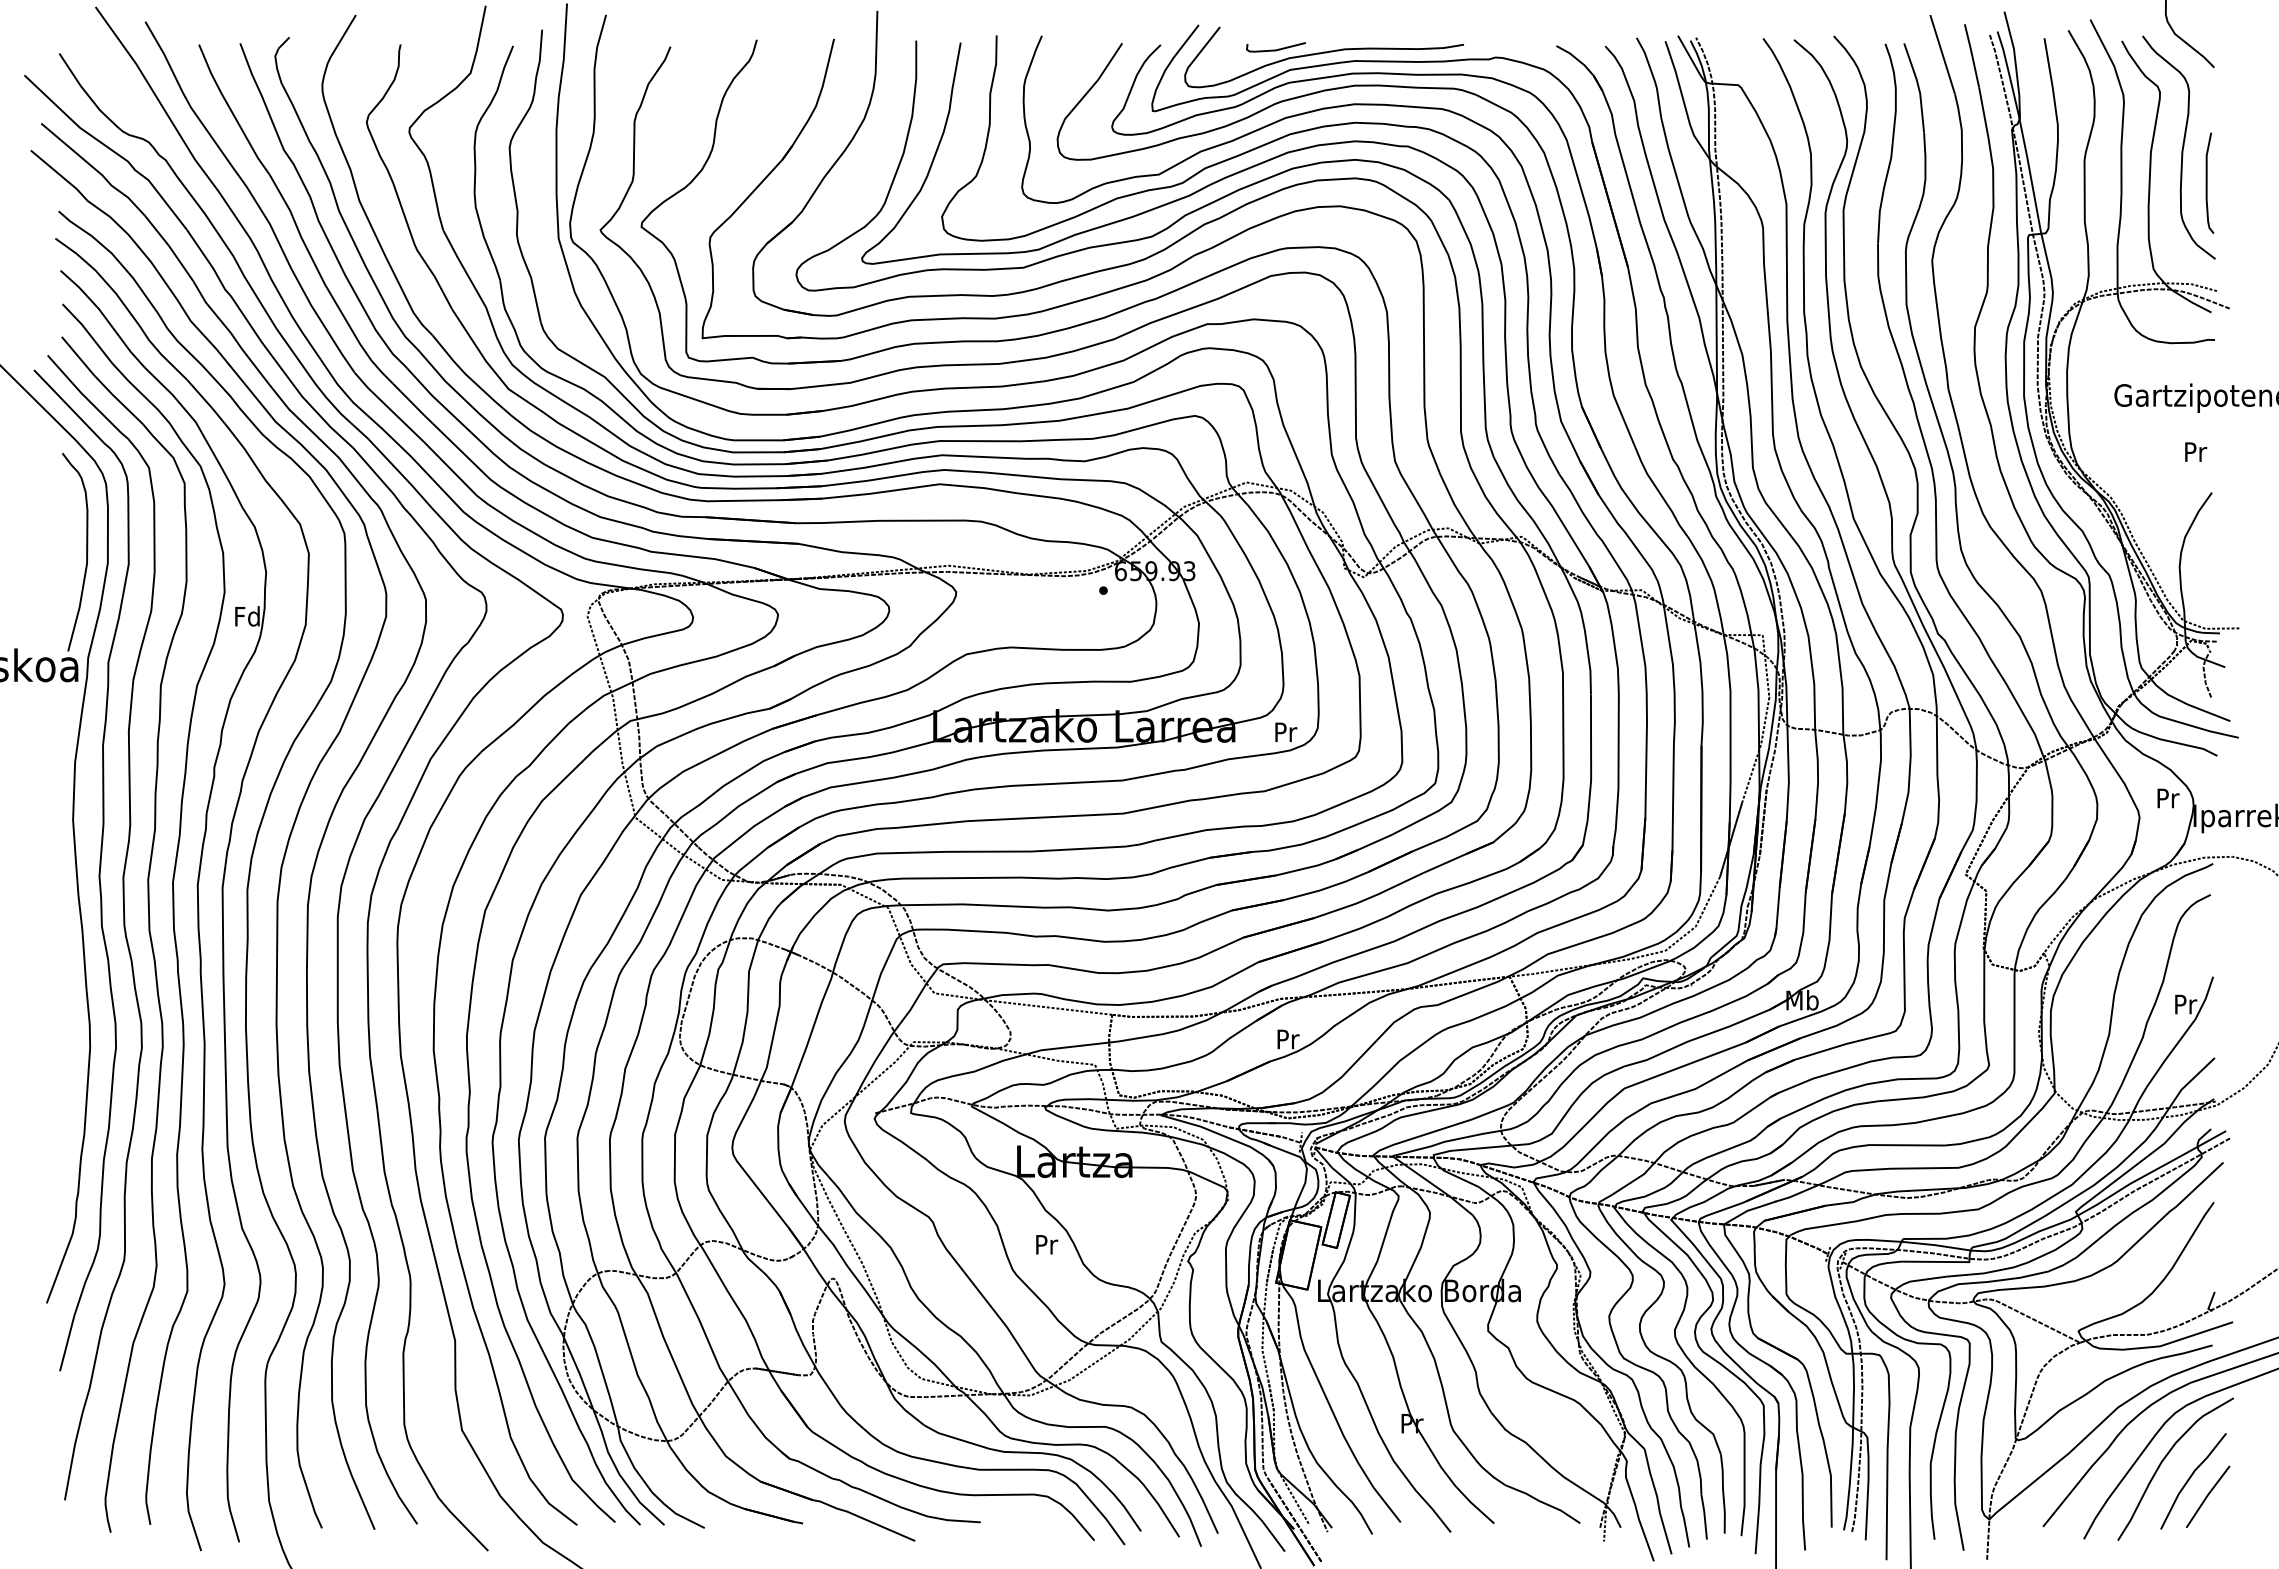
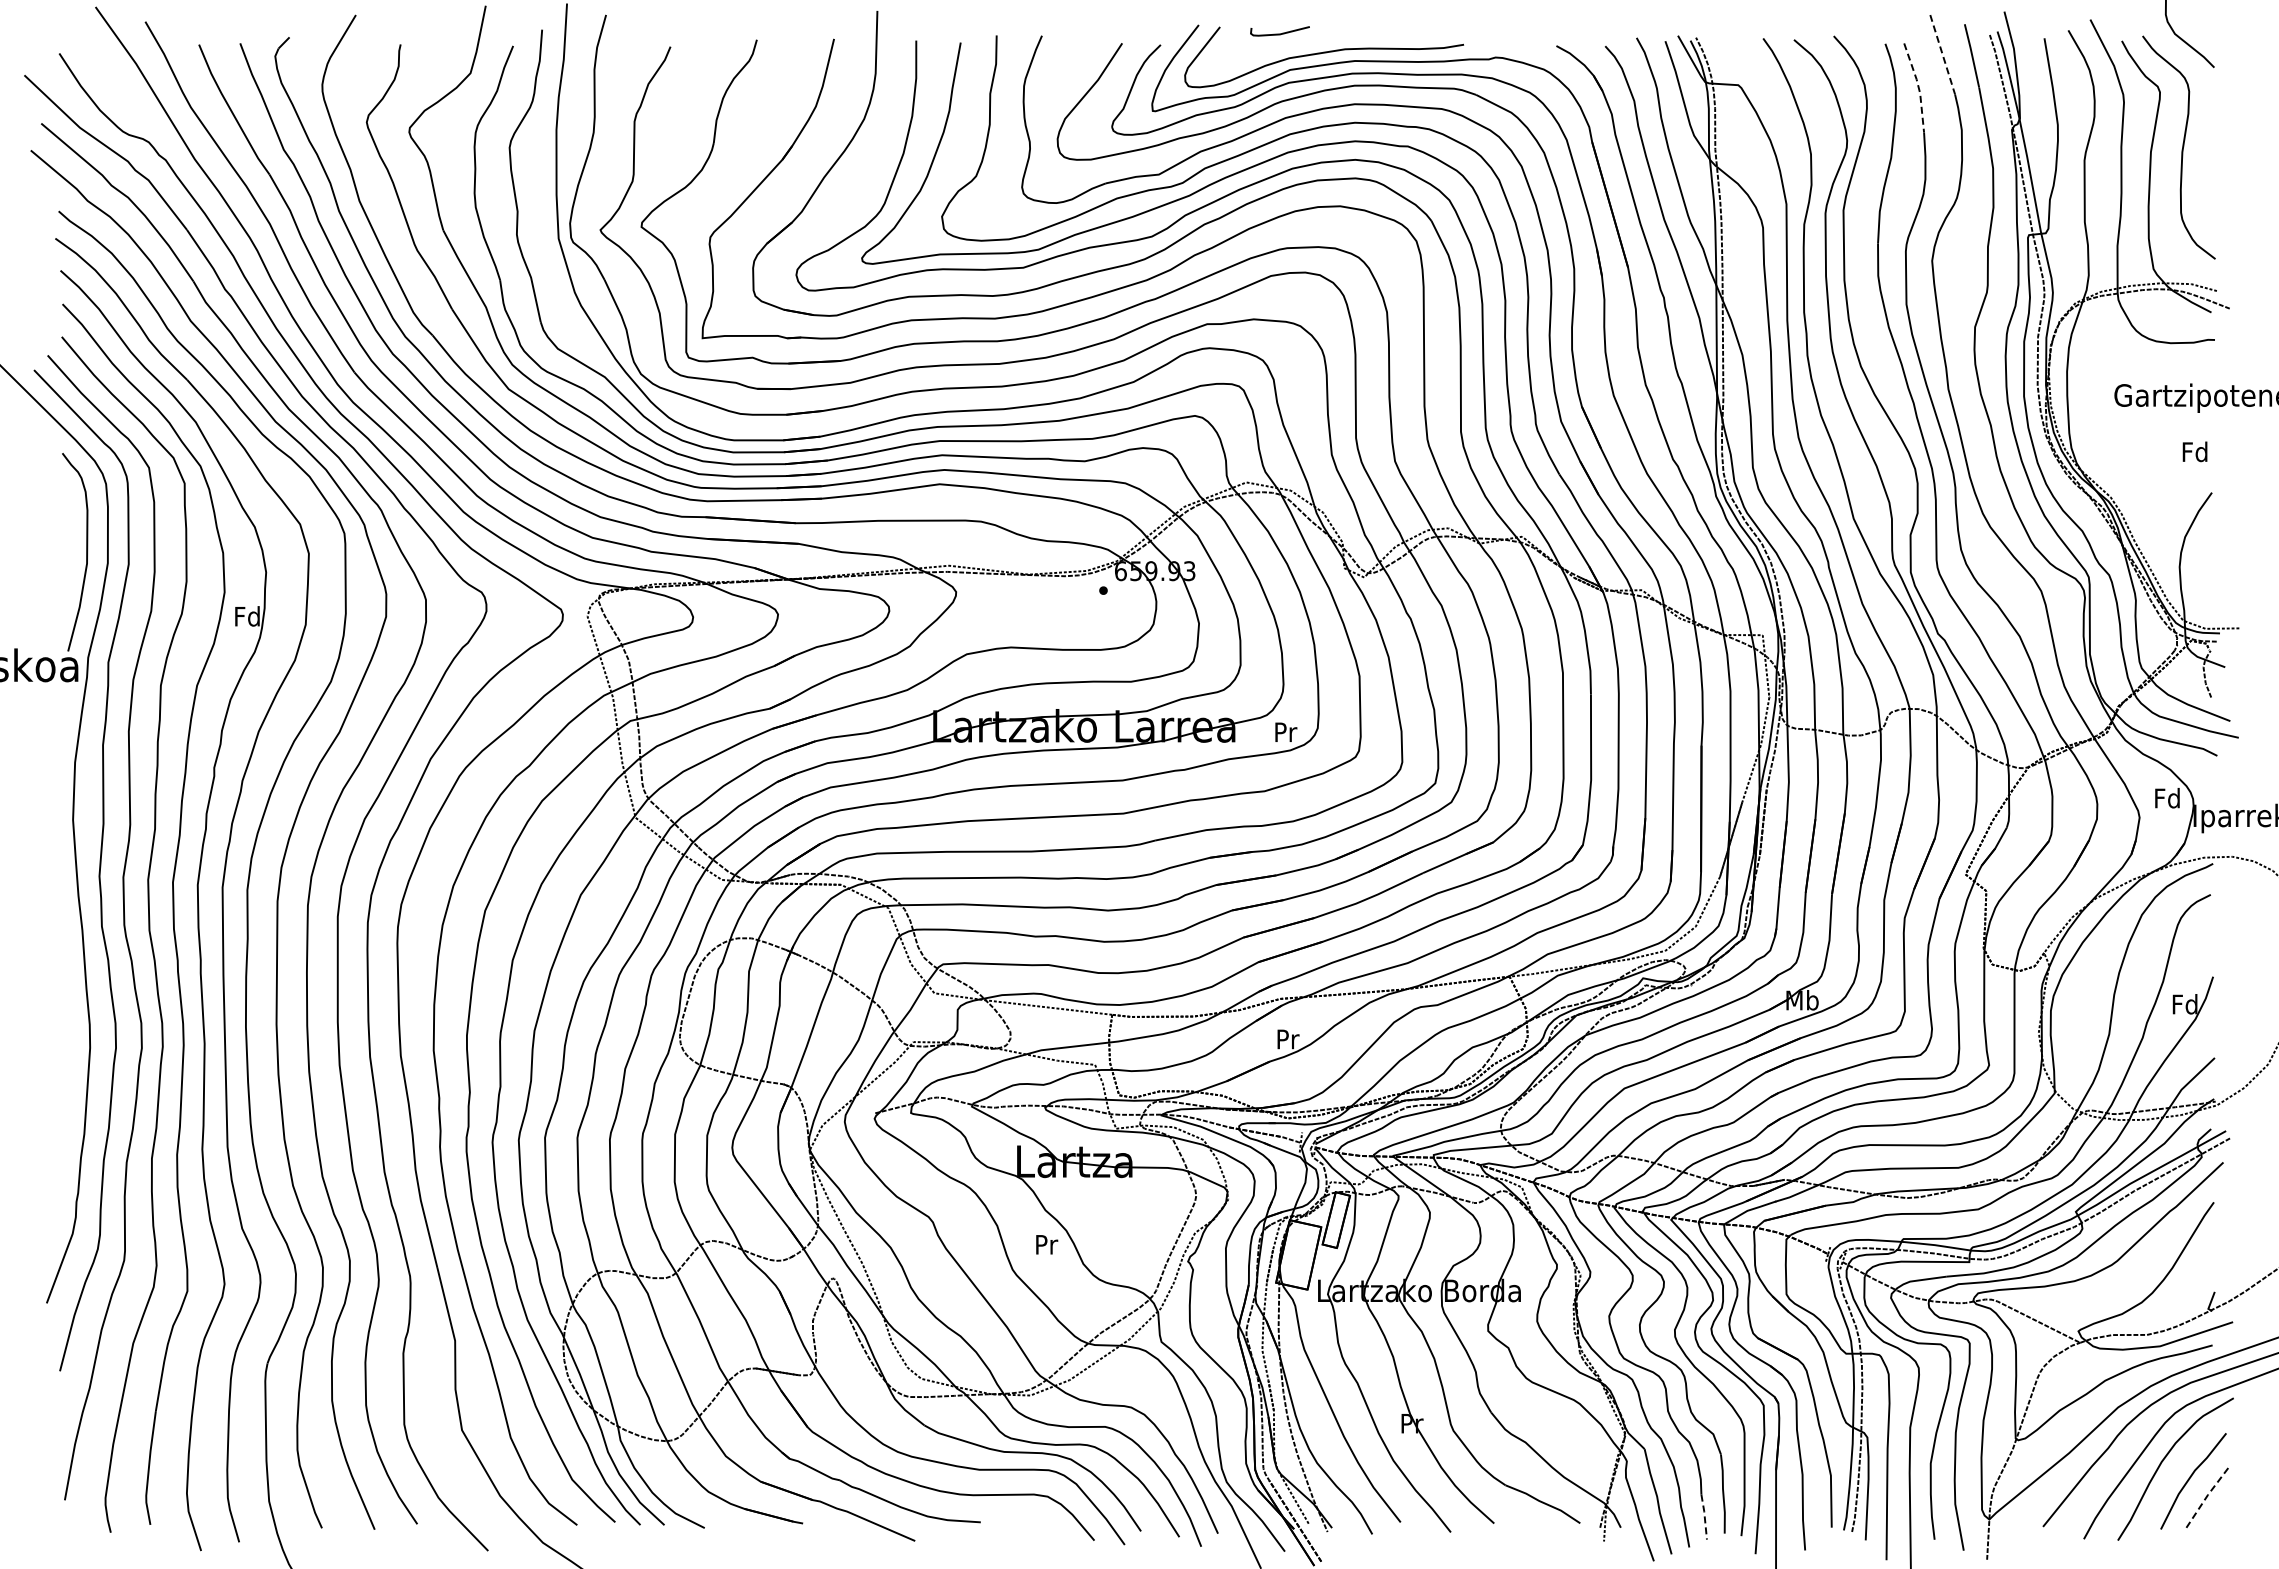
curve at (1275, 49) position: (1275, 49) -> (1279, 33)
line at (1942, 54): solid -> dashed
line at (1918, 87): solid -> dashed
curve at (2207, 182): present -> none
text at (2194, 451): Pr -> Fd
text at (2167, 797): Pr -> Fd
text at (2184, 1004): Pr -> Fd
line at (2207, 1495): solid -> dashed
line at (1704, 1517): solid -> dashed
